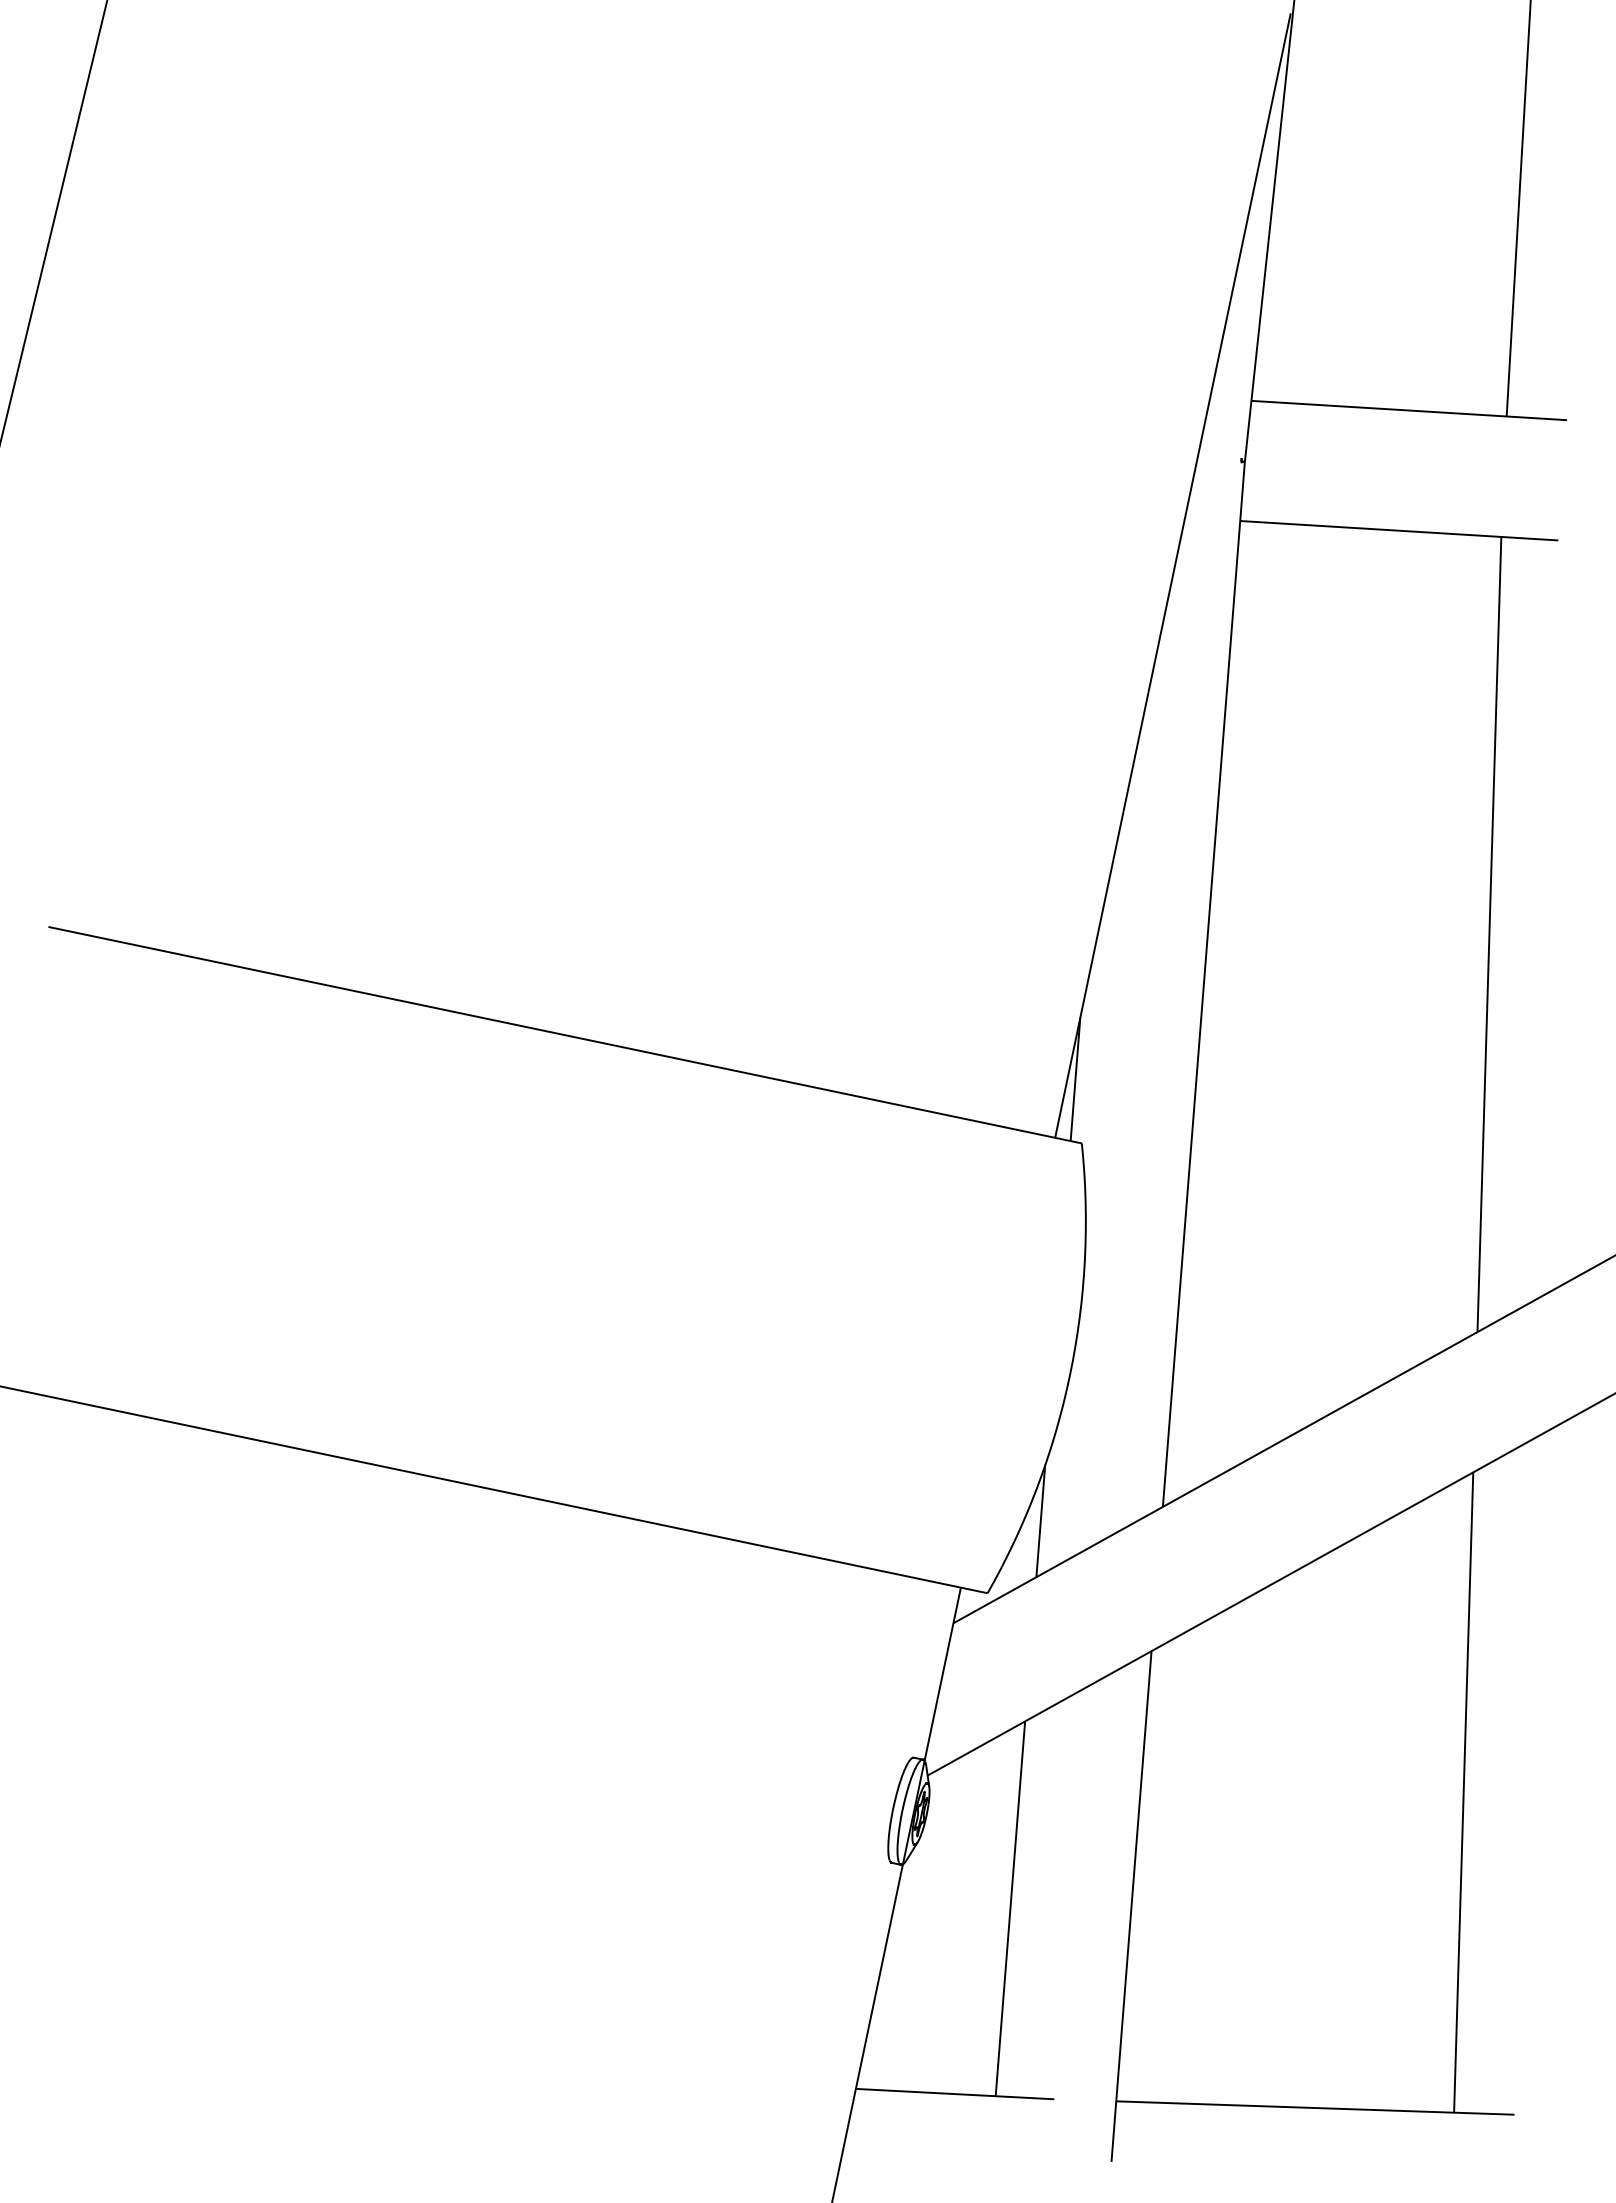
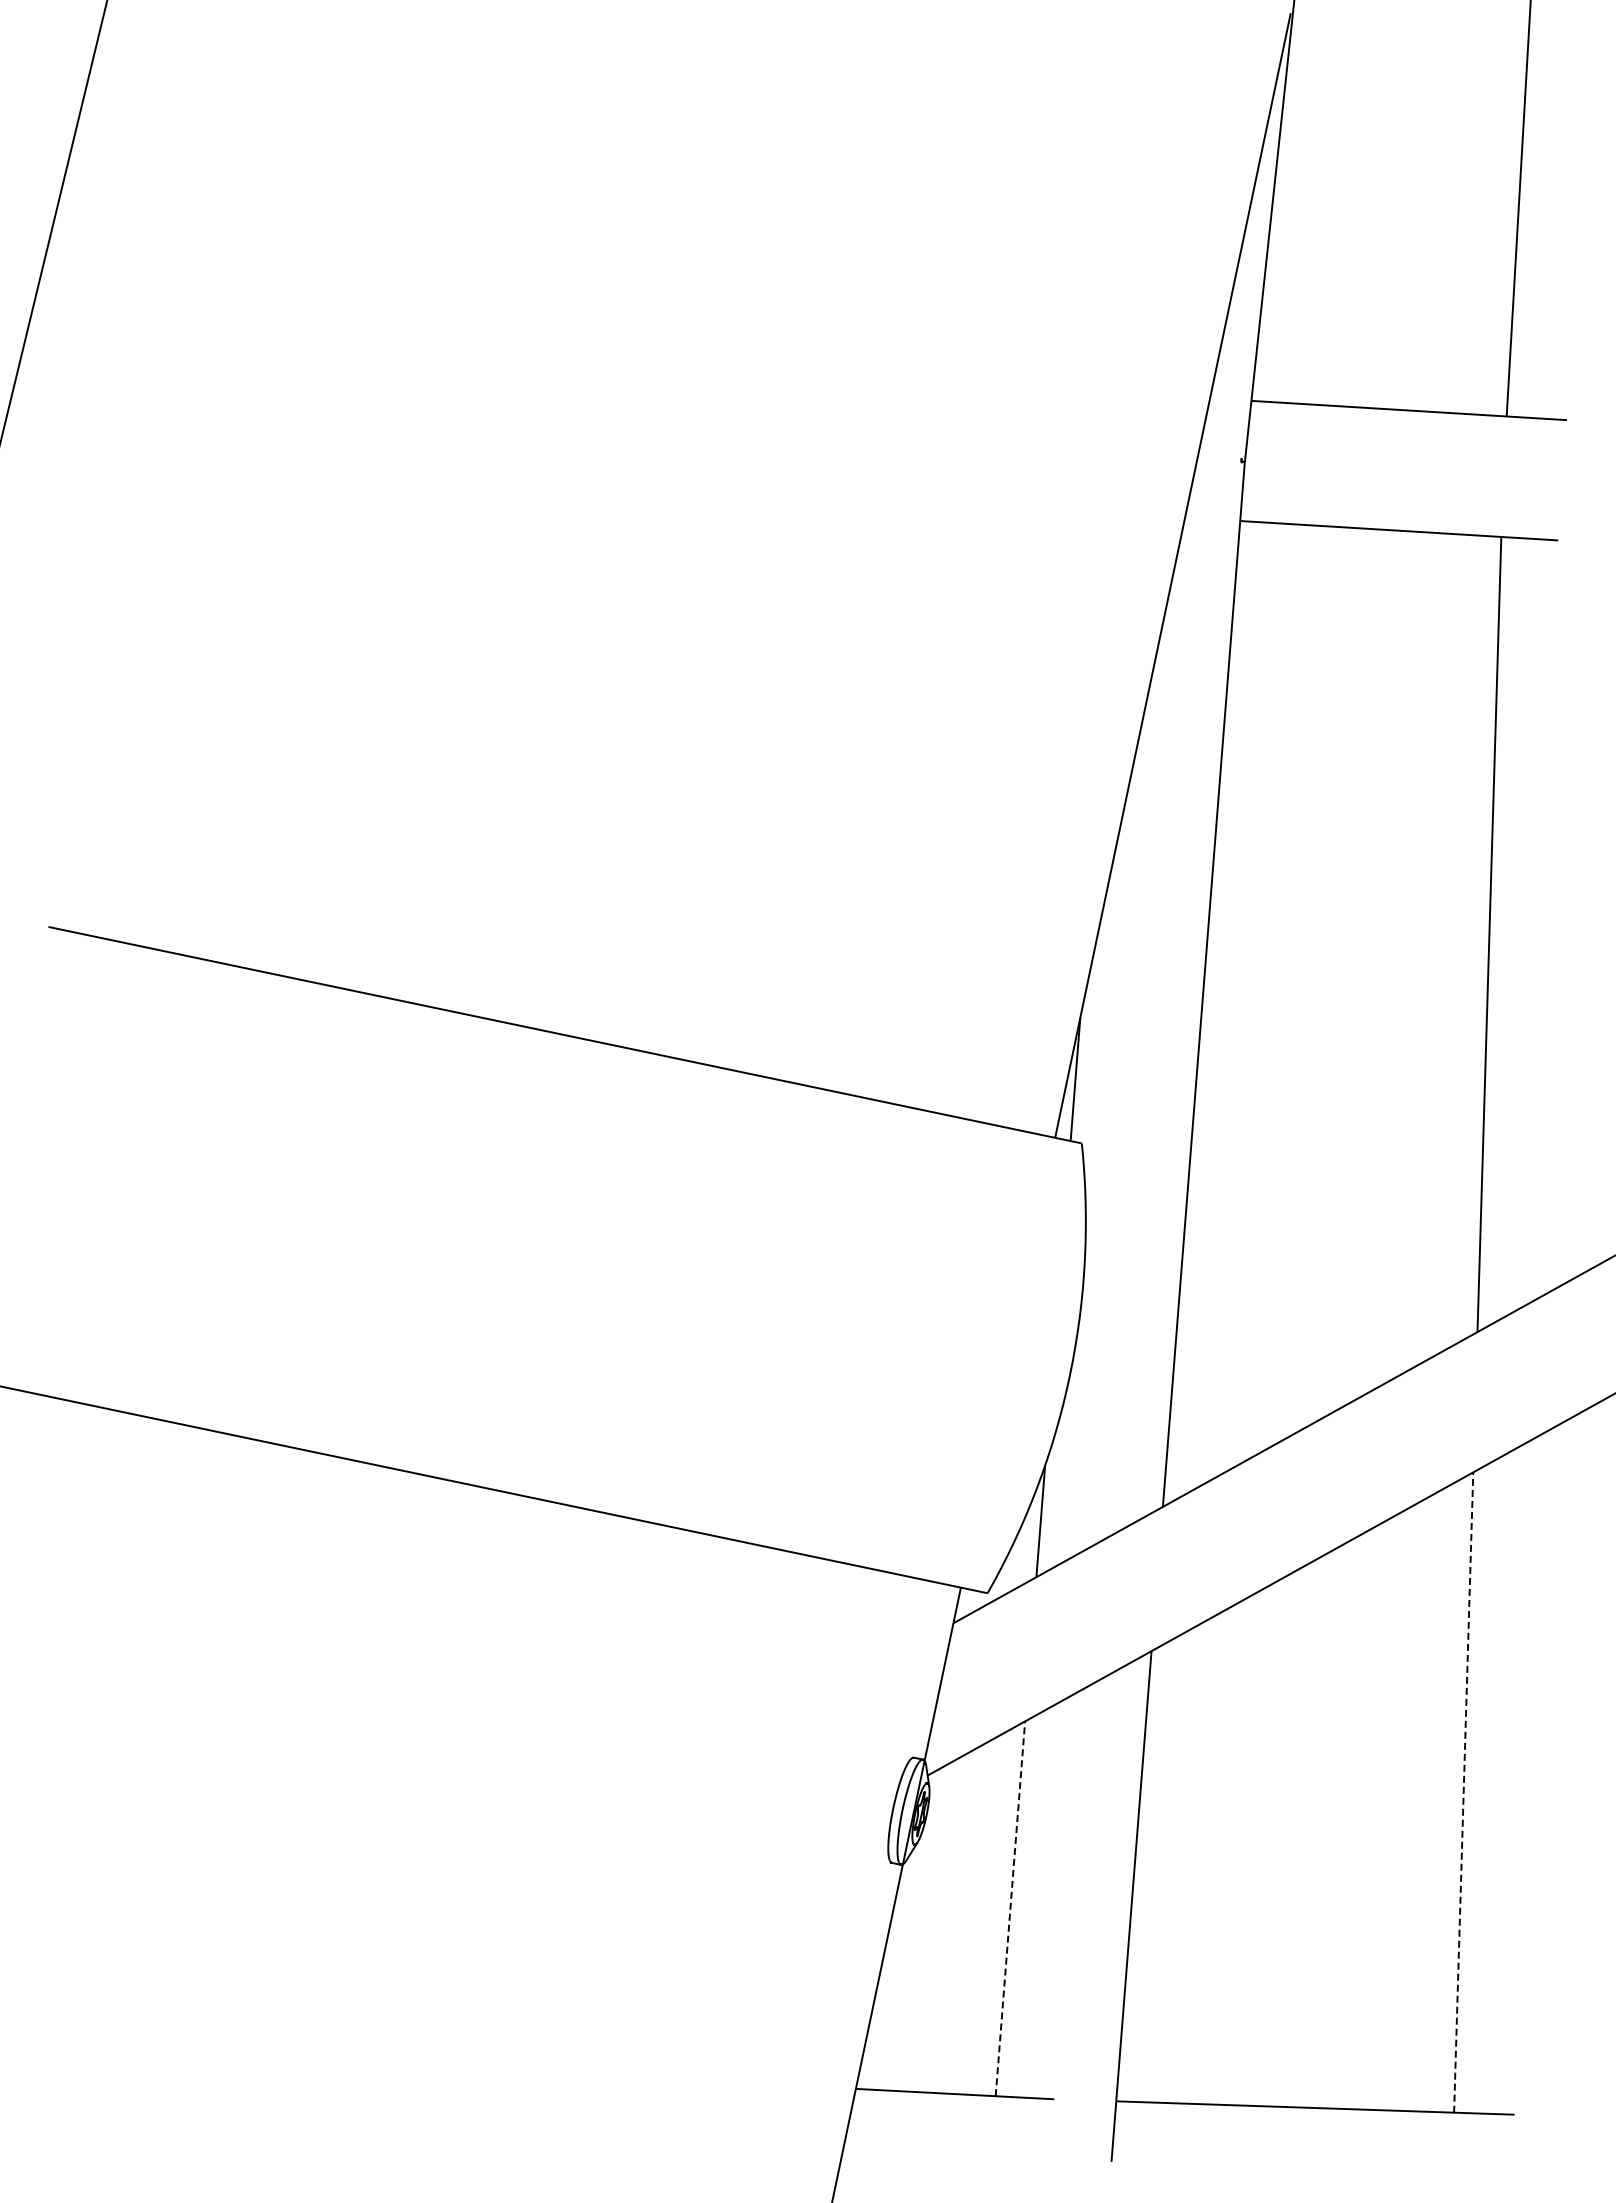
line at (1463, 1792): solid -> dashed
line at (1010, 1908): solid -> dashed
